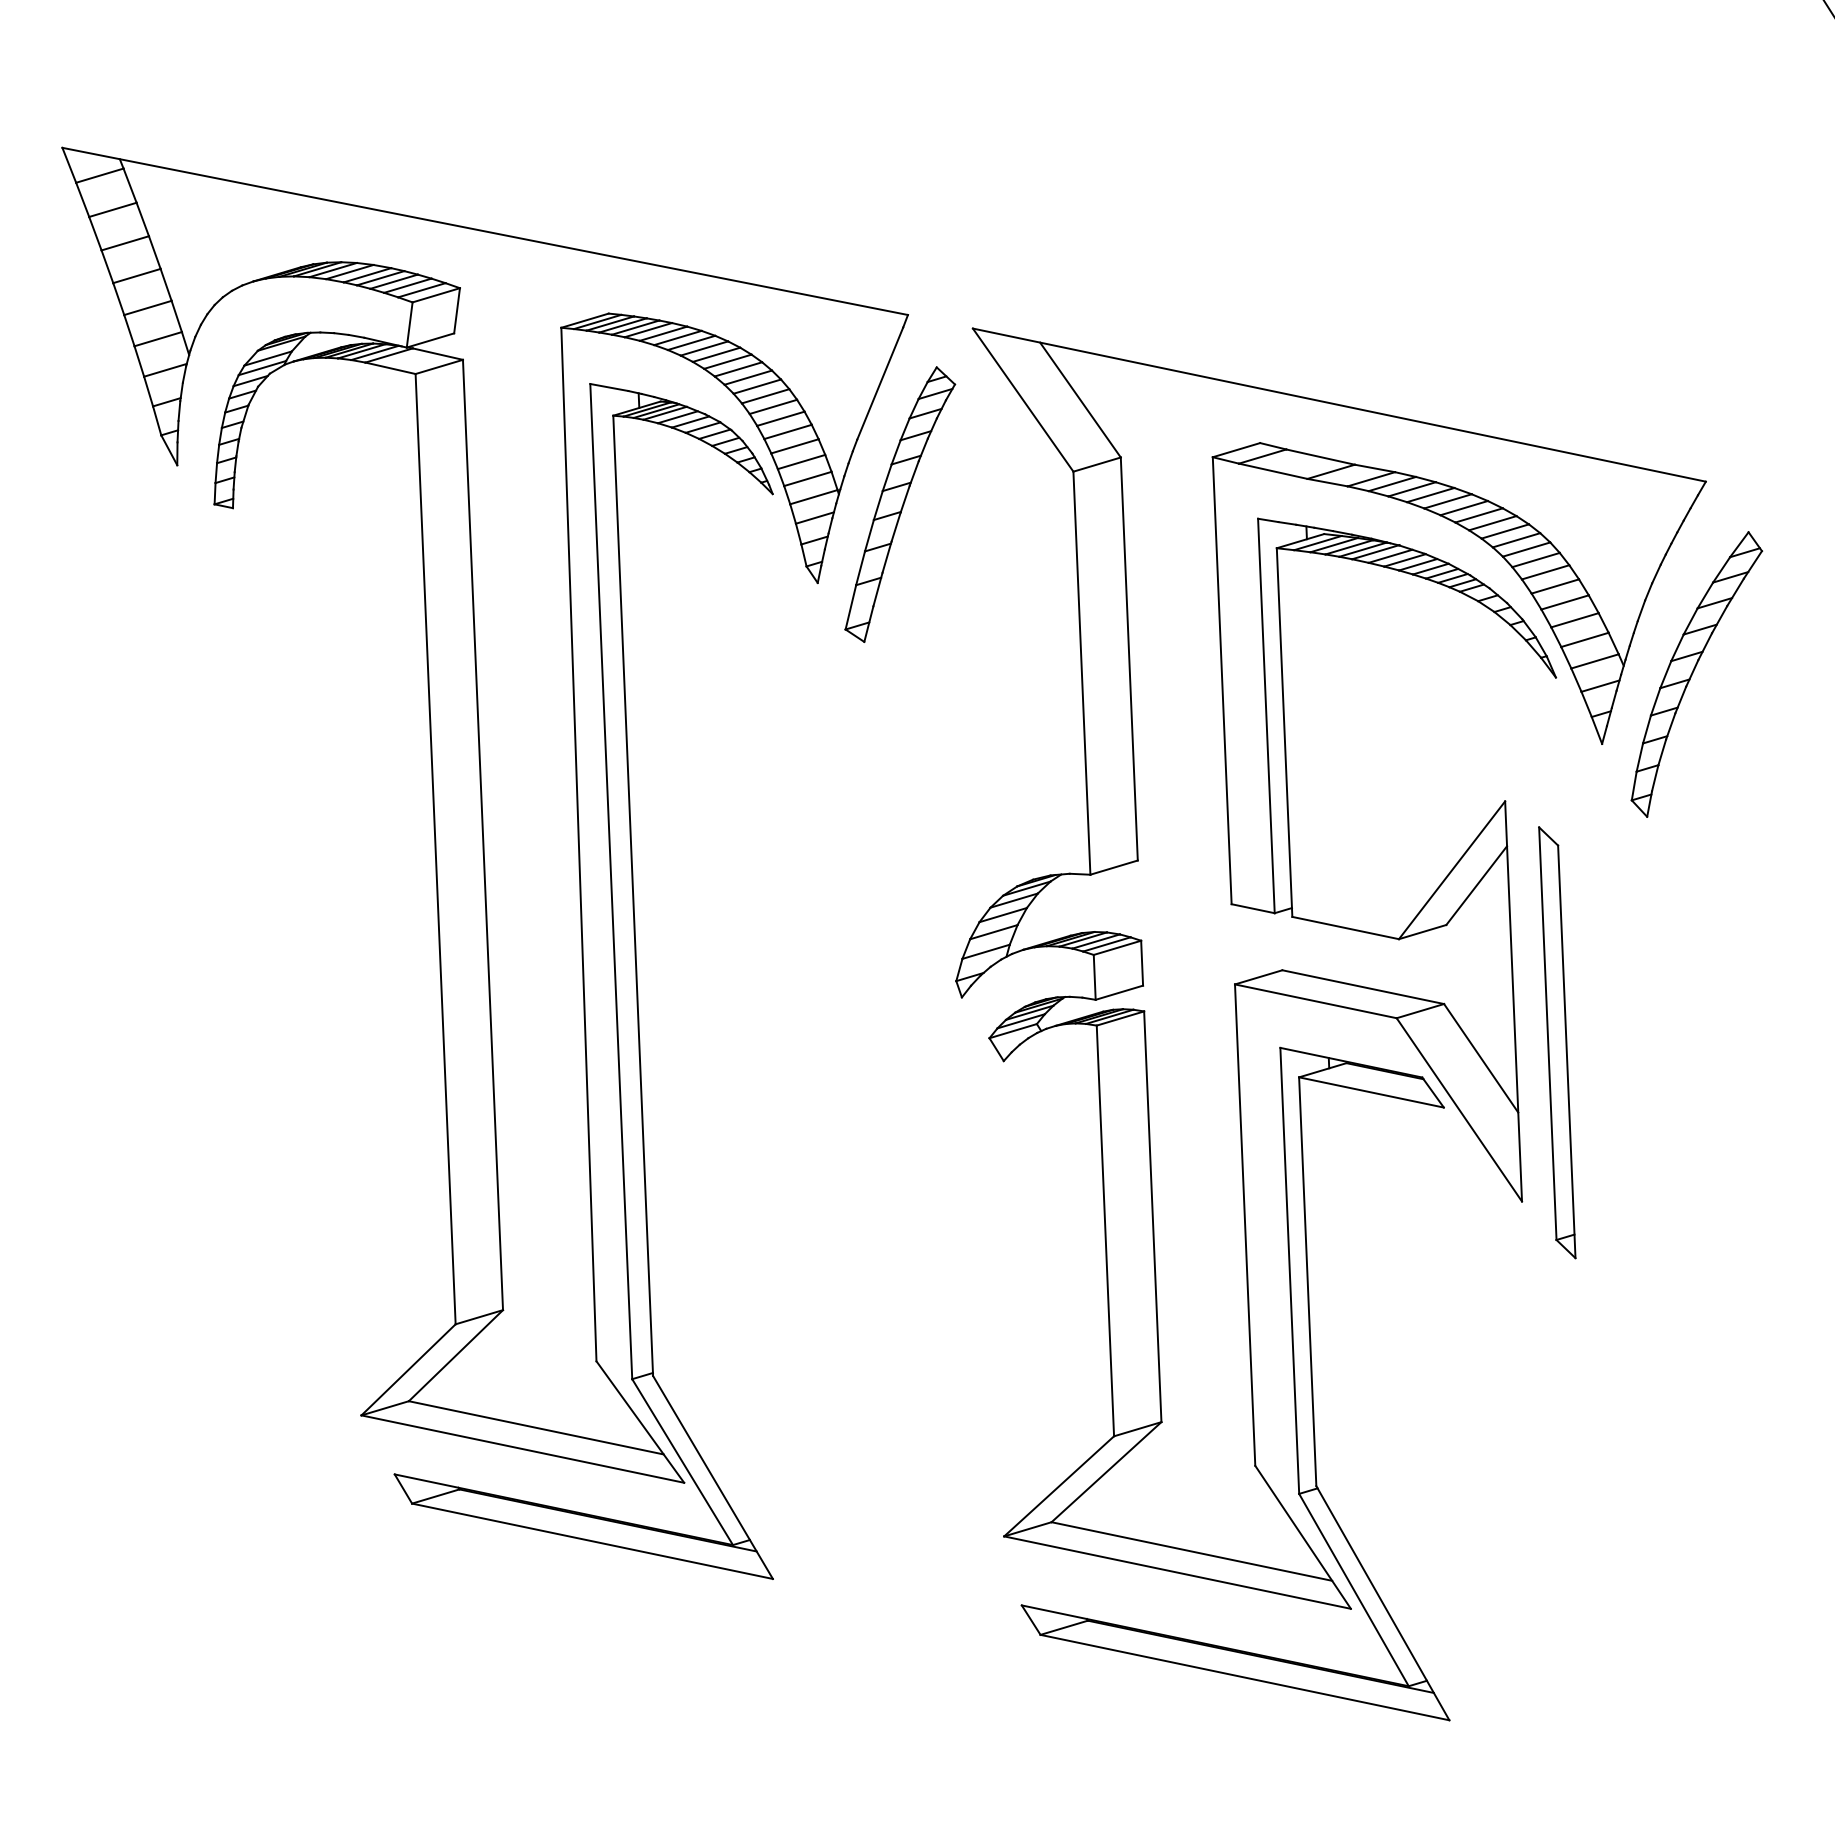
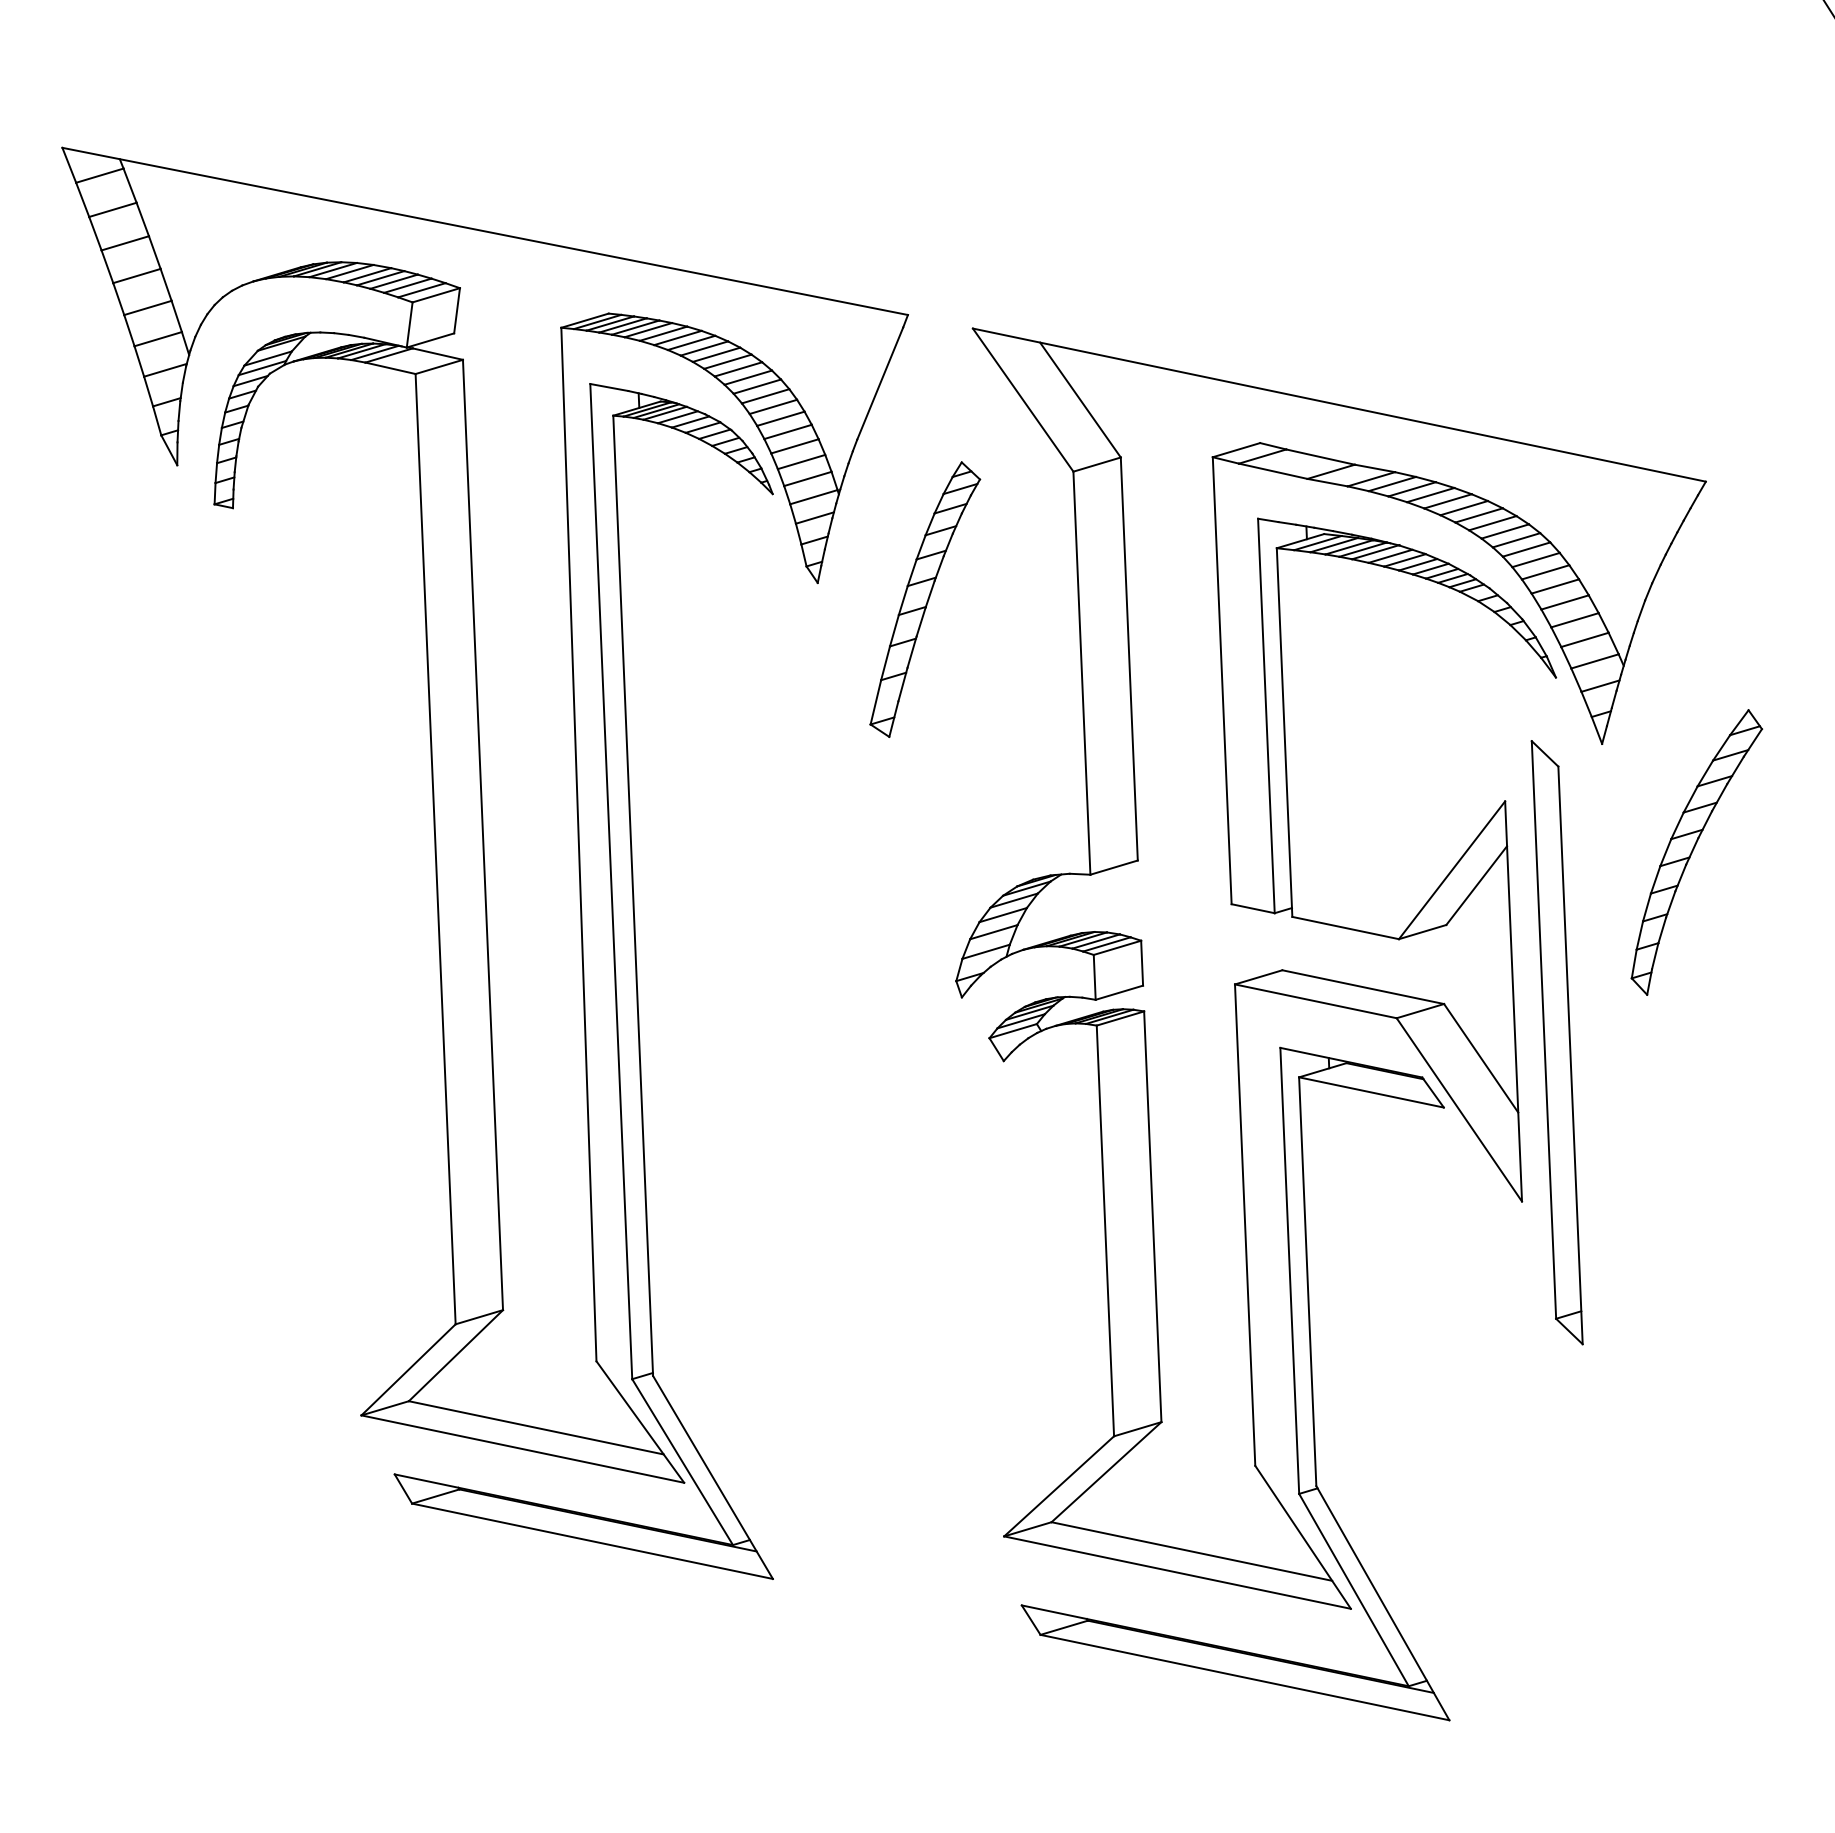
part at (900, 504) position: (900, 504) -> (925, 599)
part at (1696, 674) position: (1696, 674) -> (1696, 852)
part at (1557, 1042) size: 39x434 px -> 54x606 px
